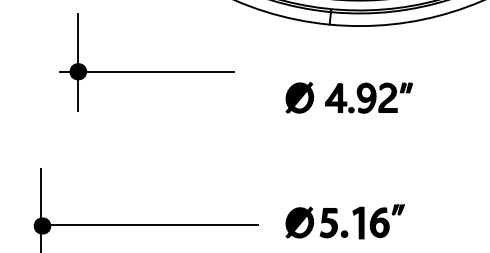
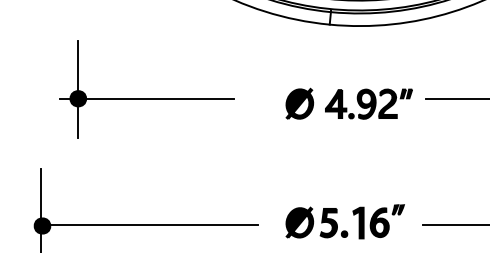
part at (146, 71) position: (146, 71) -> (146, 98)
part at (348, 97) position: (348, 97) -> (348, 103)
line at (455, 98): none -> present
line at (454, 224): none -> present
